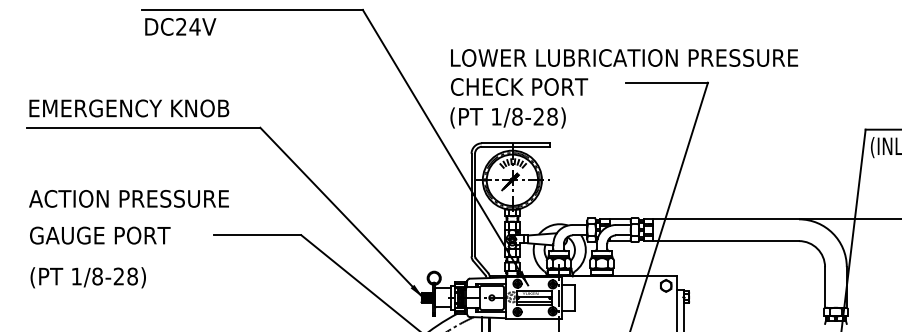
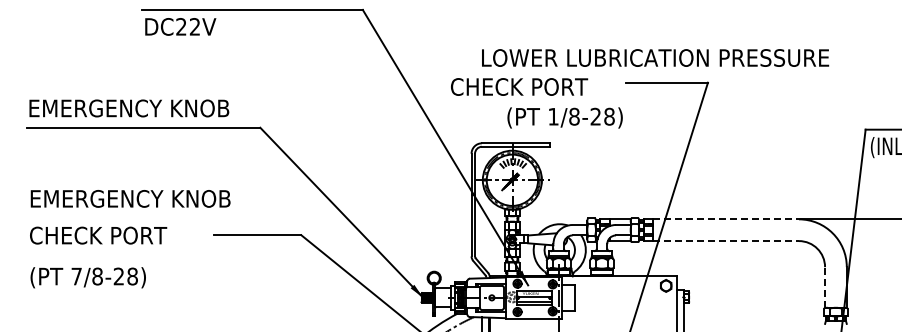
text at (194, 26): DC24V -> DC22V
text at (624, 57) position: (624, 57) -> (655, 57)
text at (507, 117) position: (507, 117) -> (564, 117)
text at (129, 198): ACTION PRESSURE -> EMERGENCY KNOB
line at (726, 219): solid -> dashed
text at (104, 235): GAUGE PORT -> CHECK PORT
line at (726, 241): solid -> dashed
text at (76, 276): 1/8-28) -> 7/8-28)
line at (825, 286): solid -> dashed
